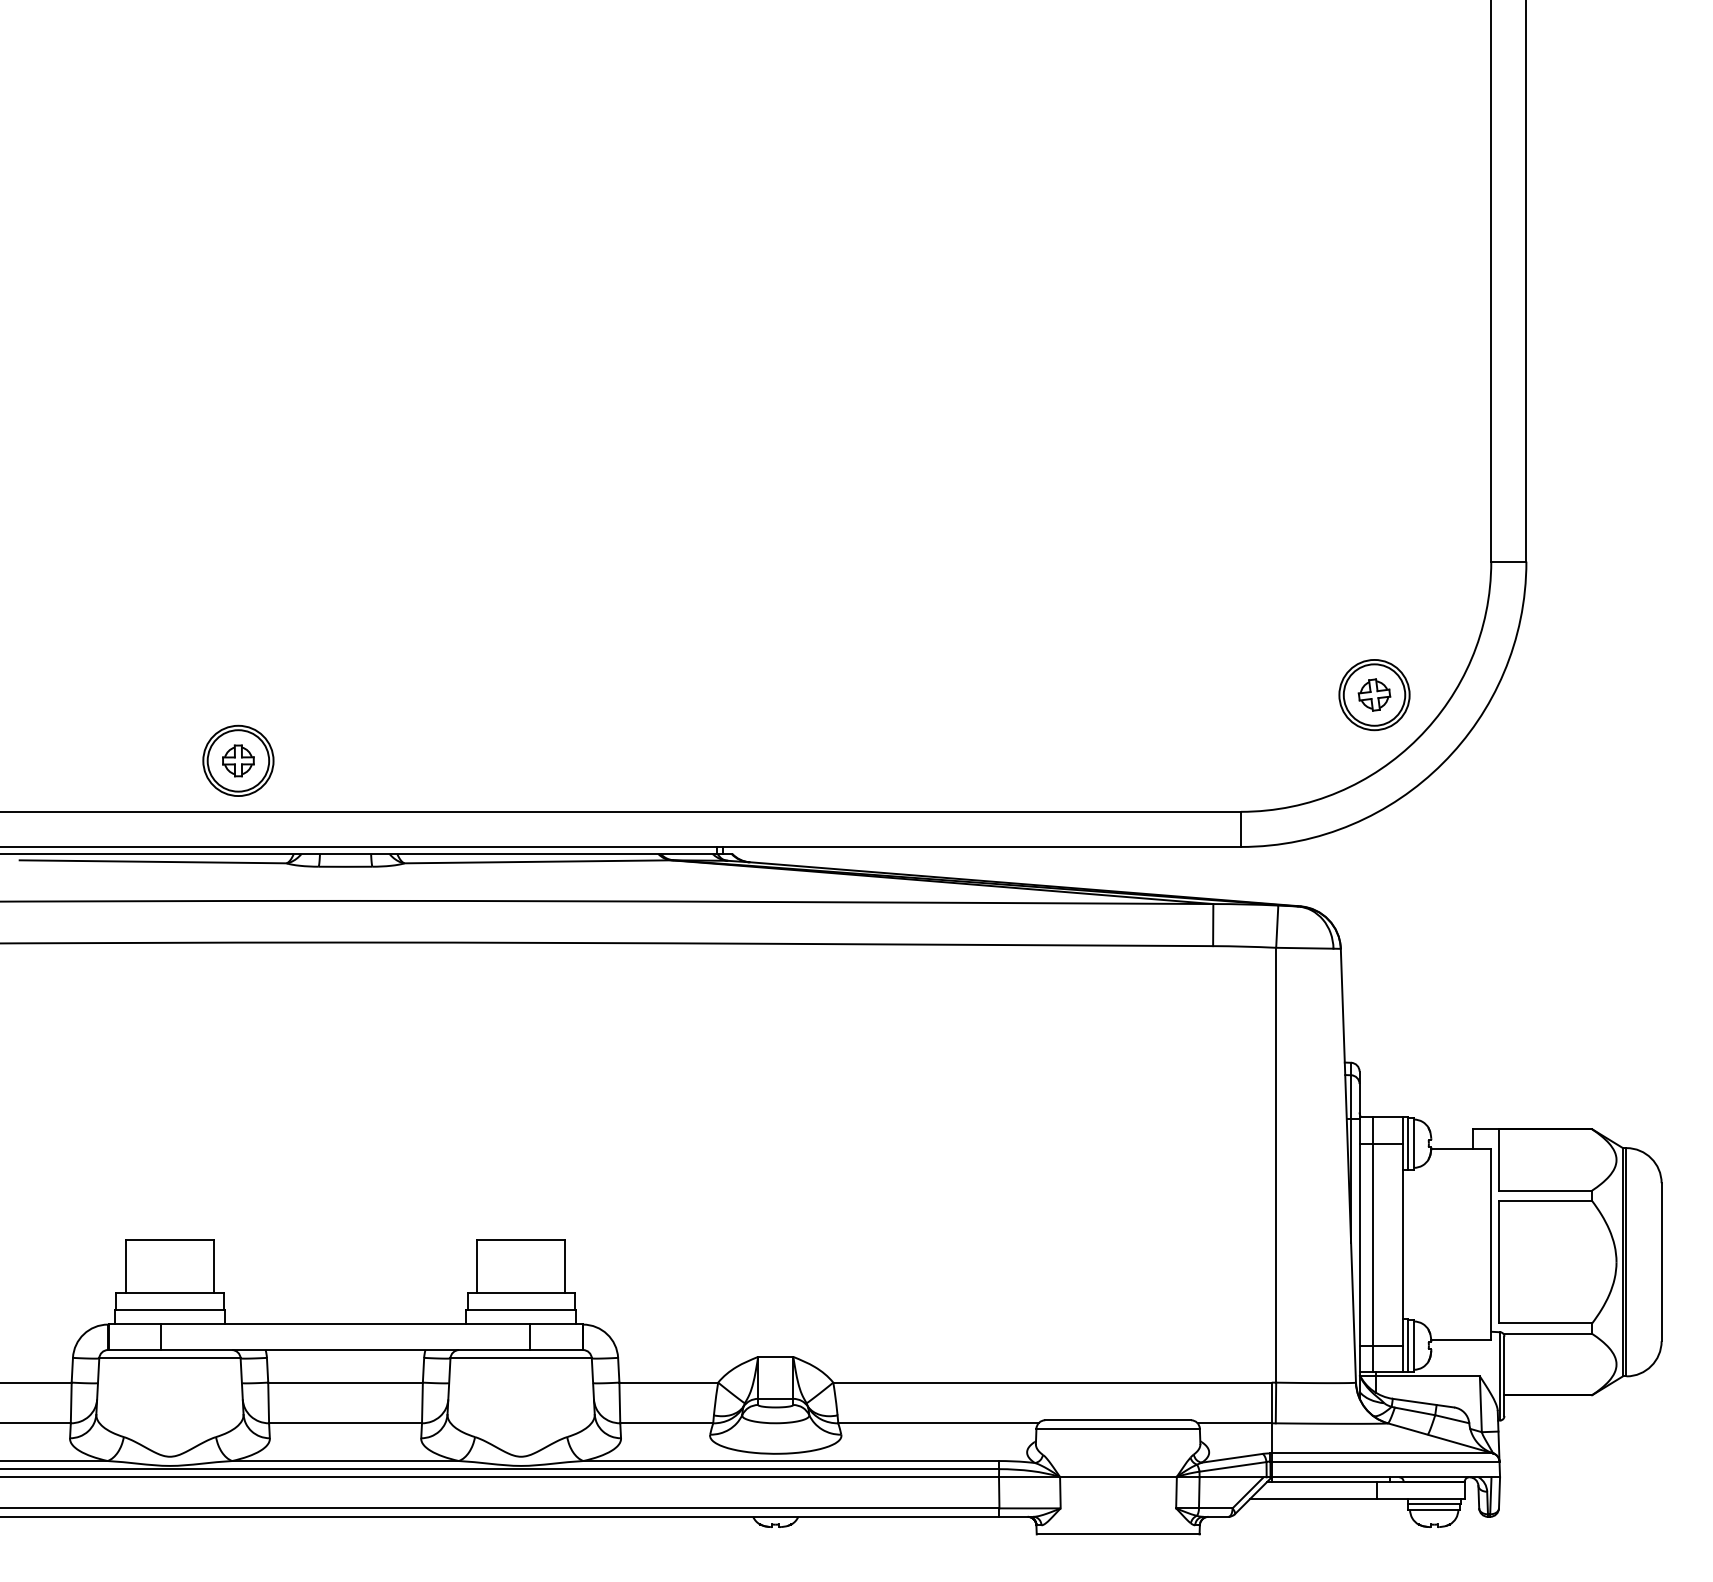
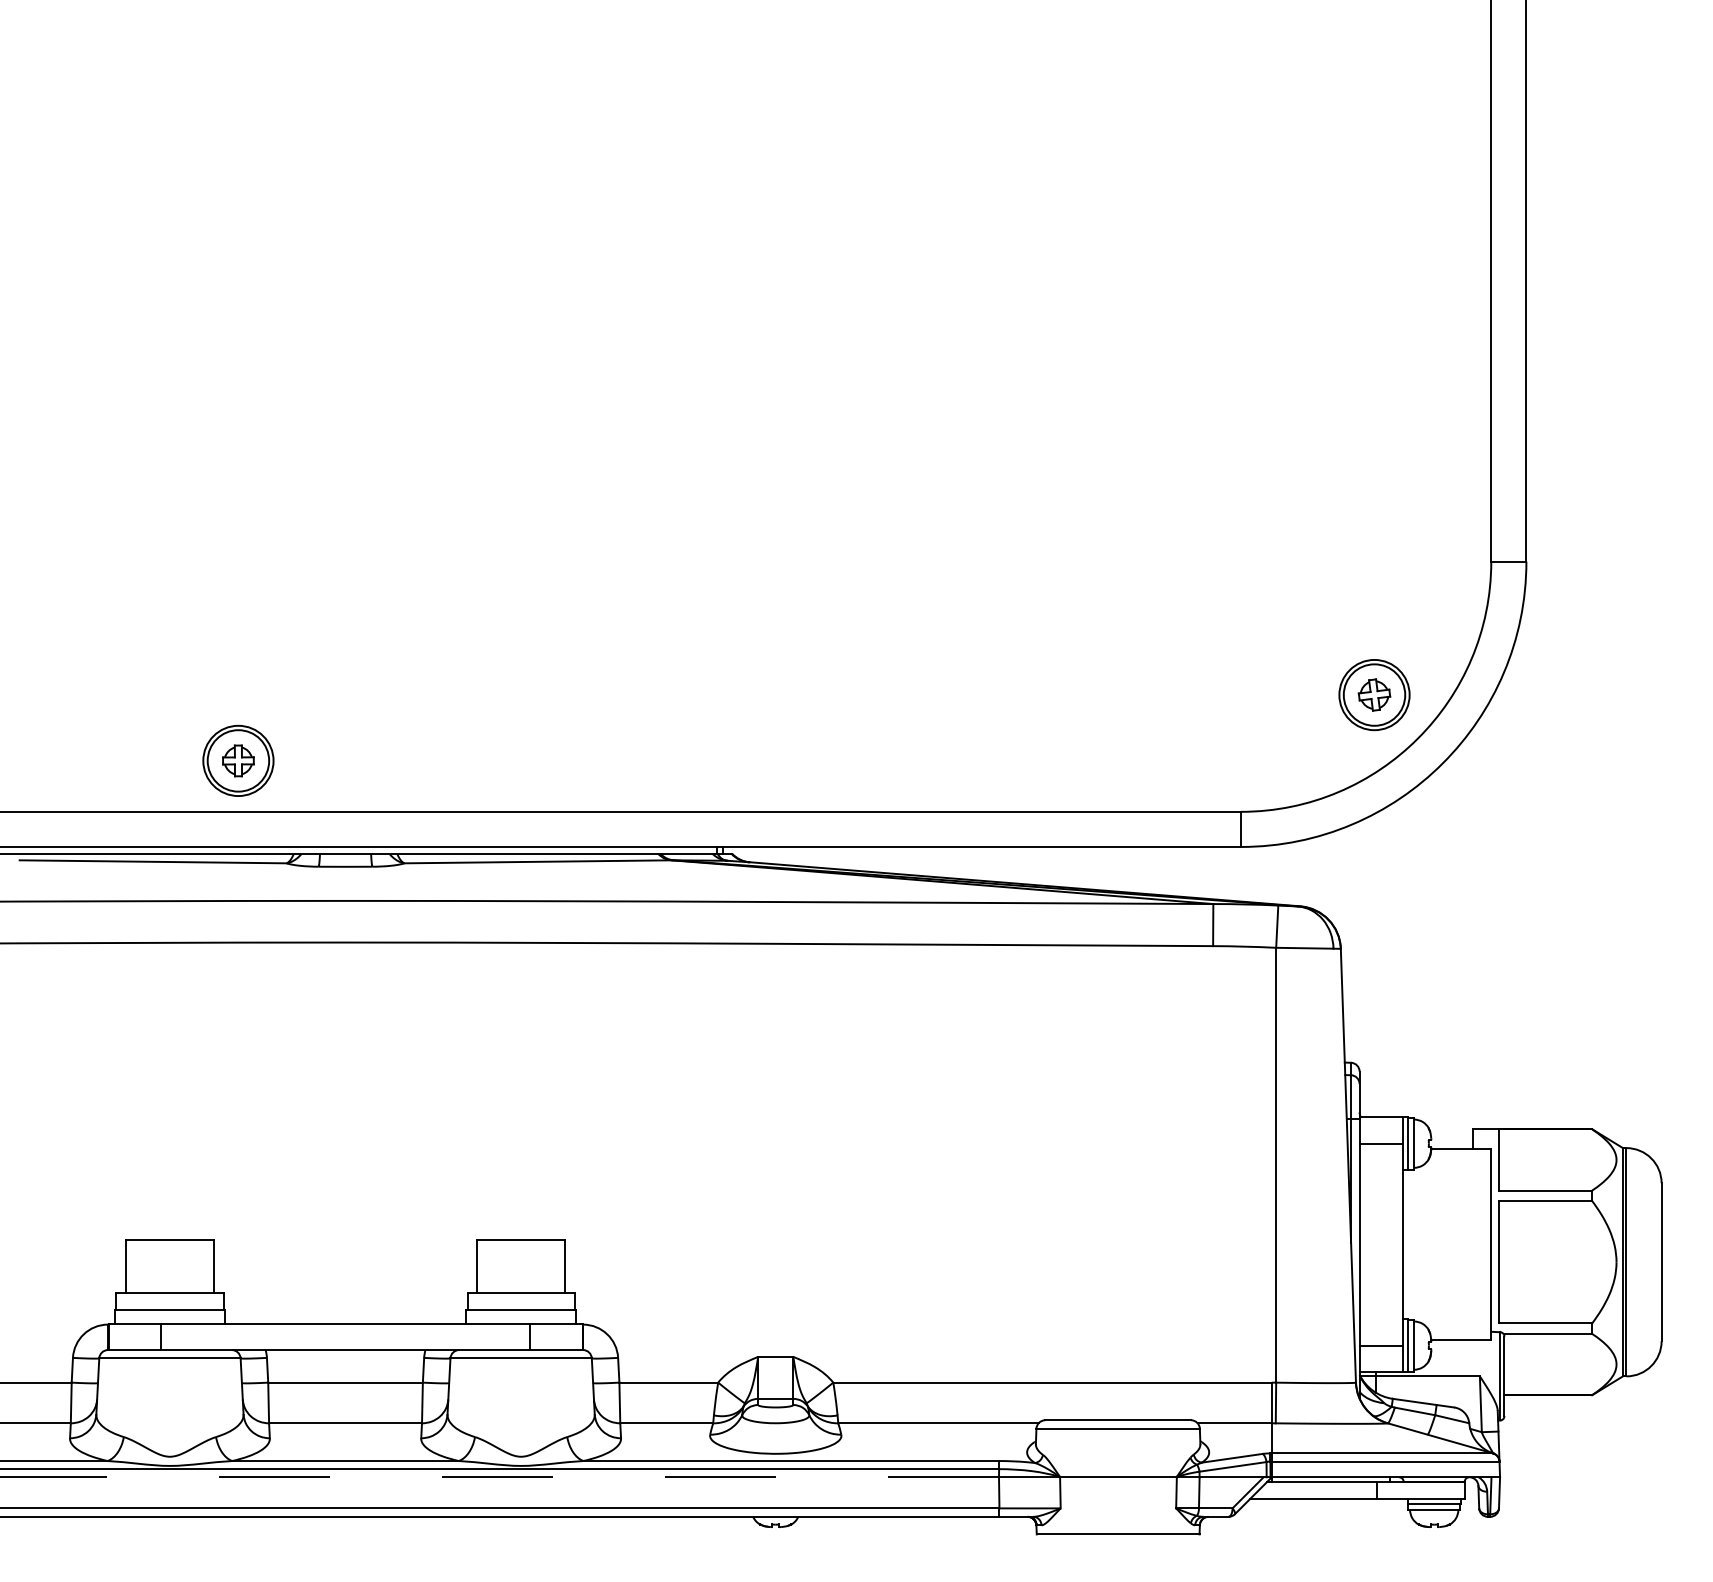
line at (1372, 1244): present -> none
line at (499, 1477): solid -> dashed
